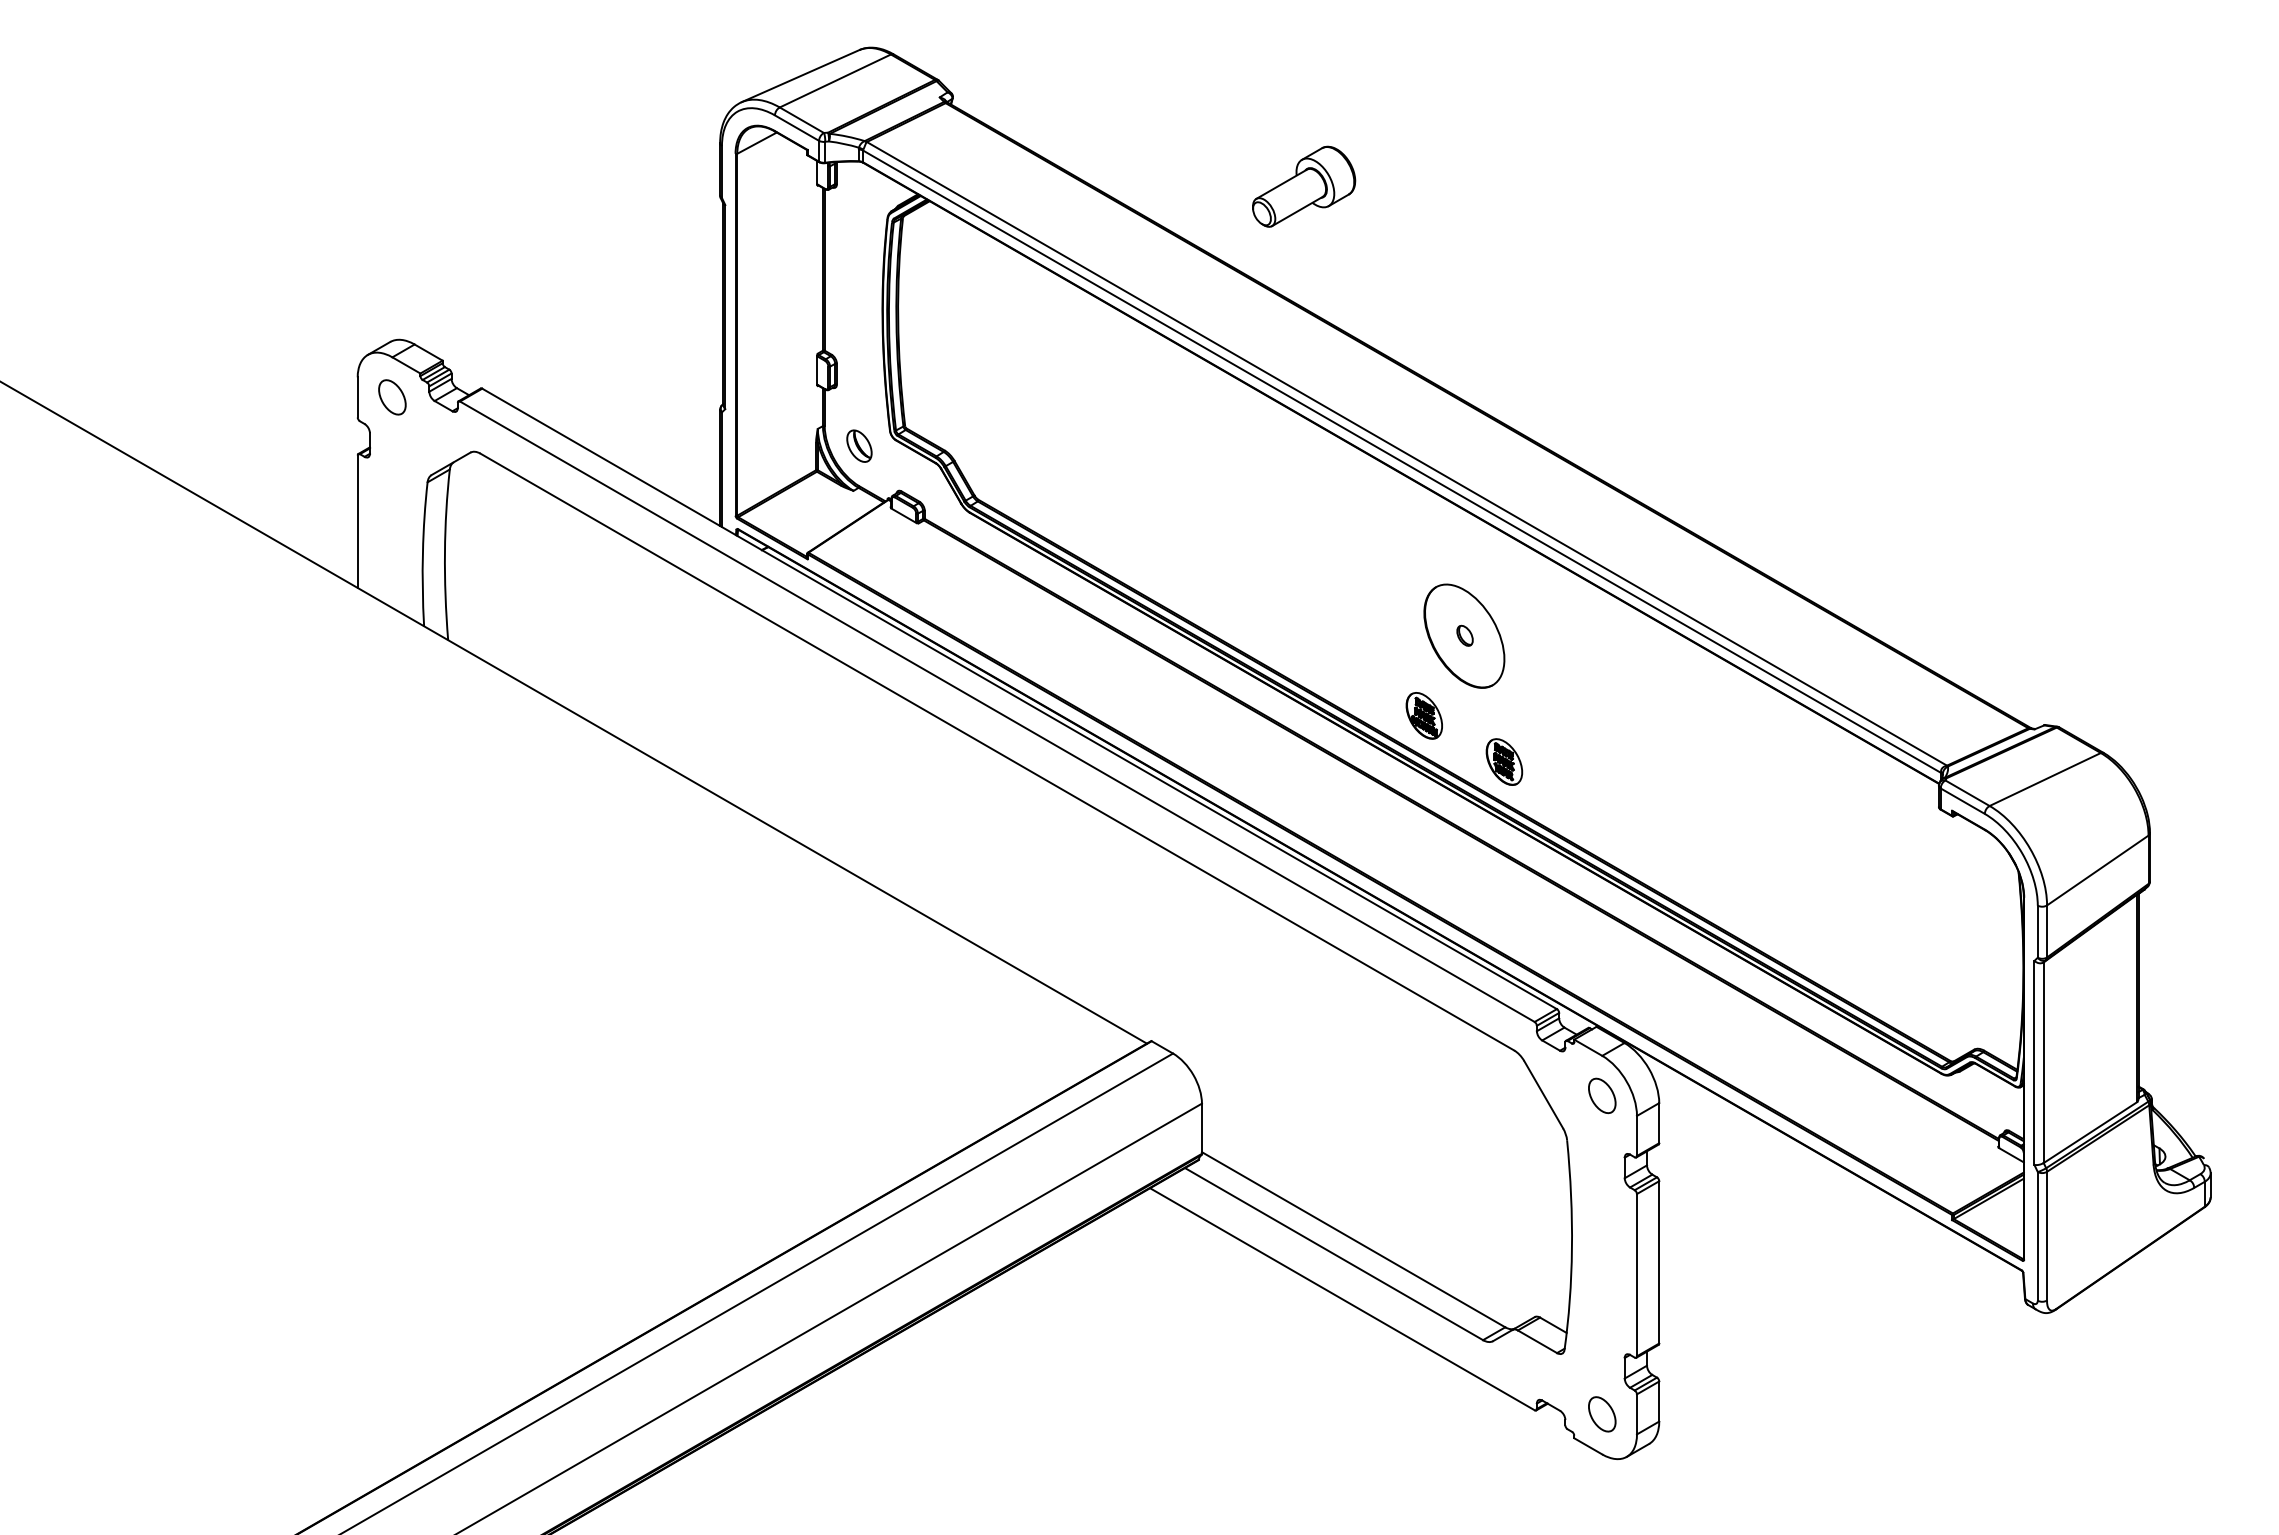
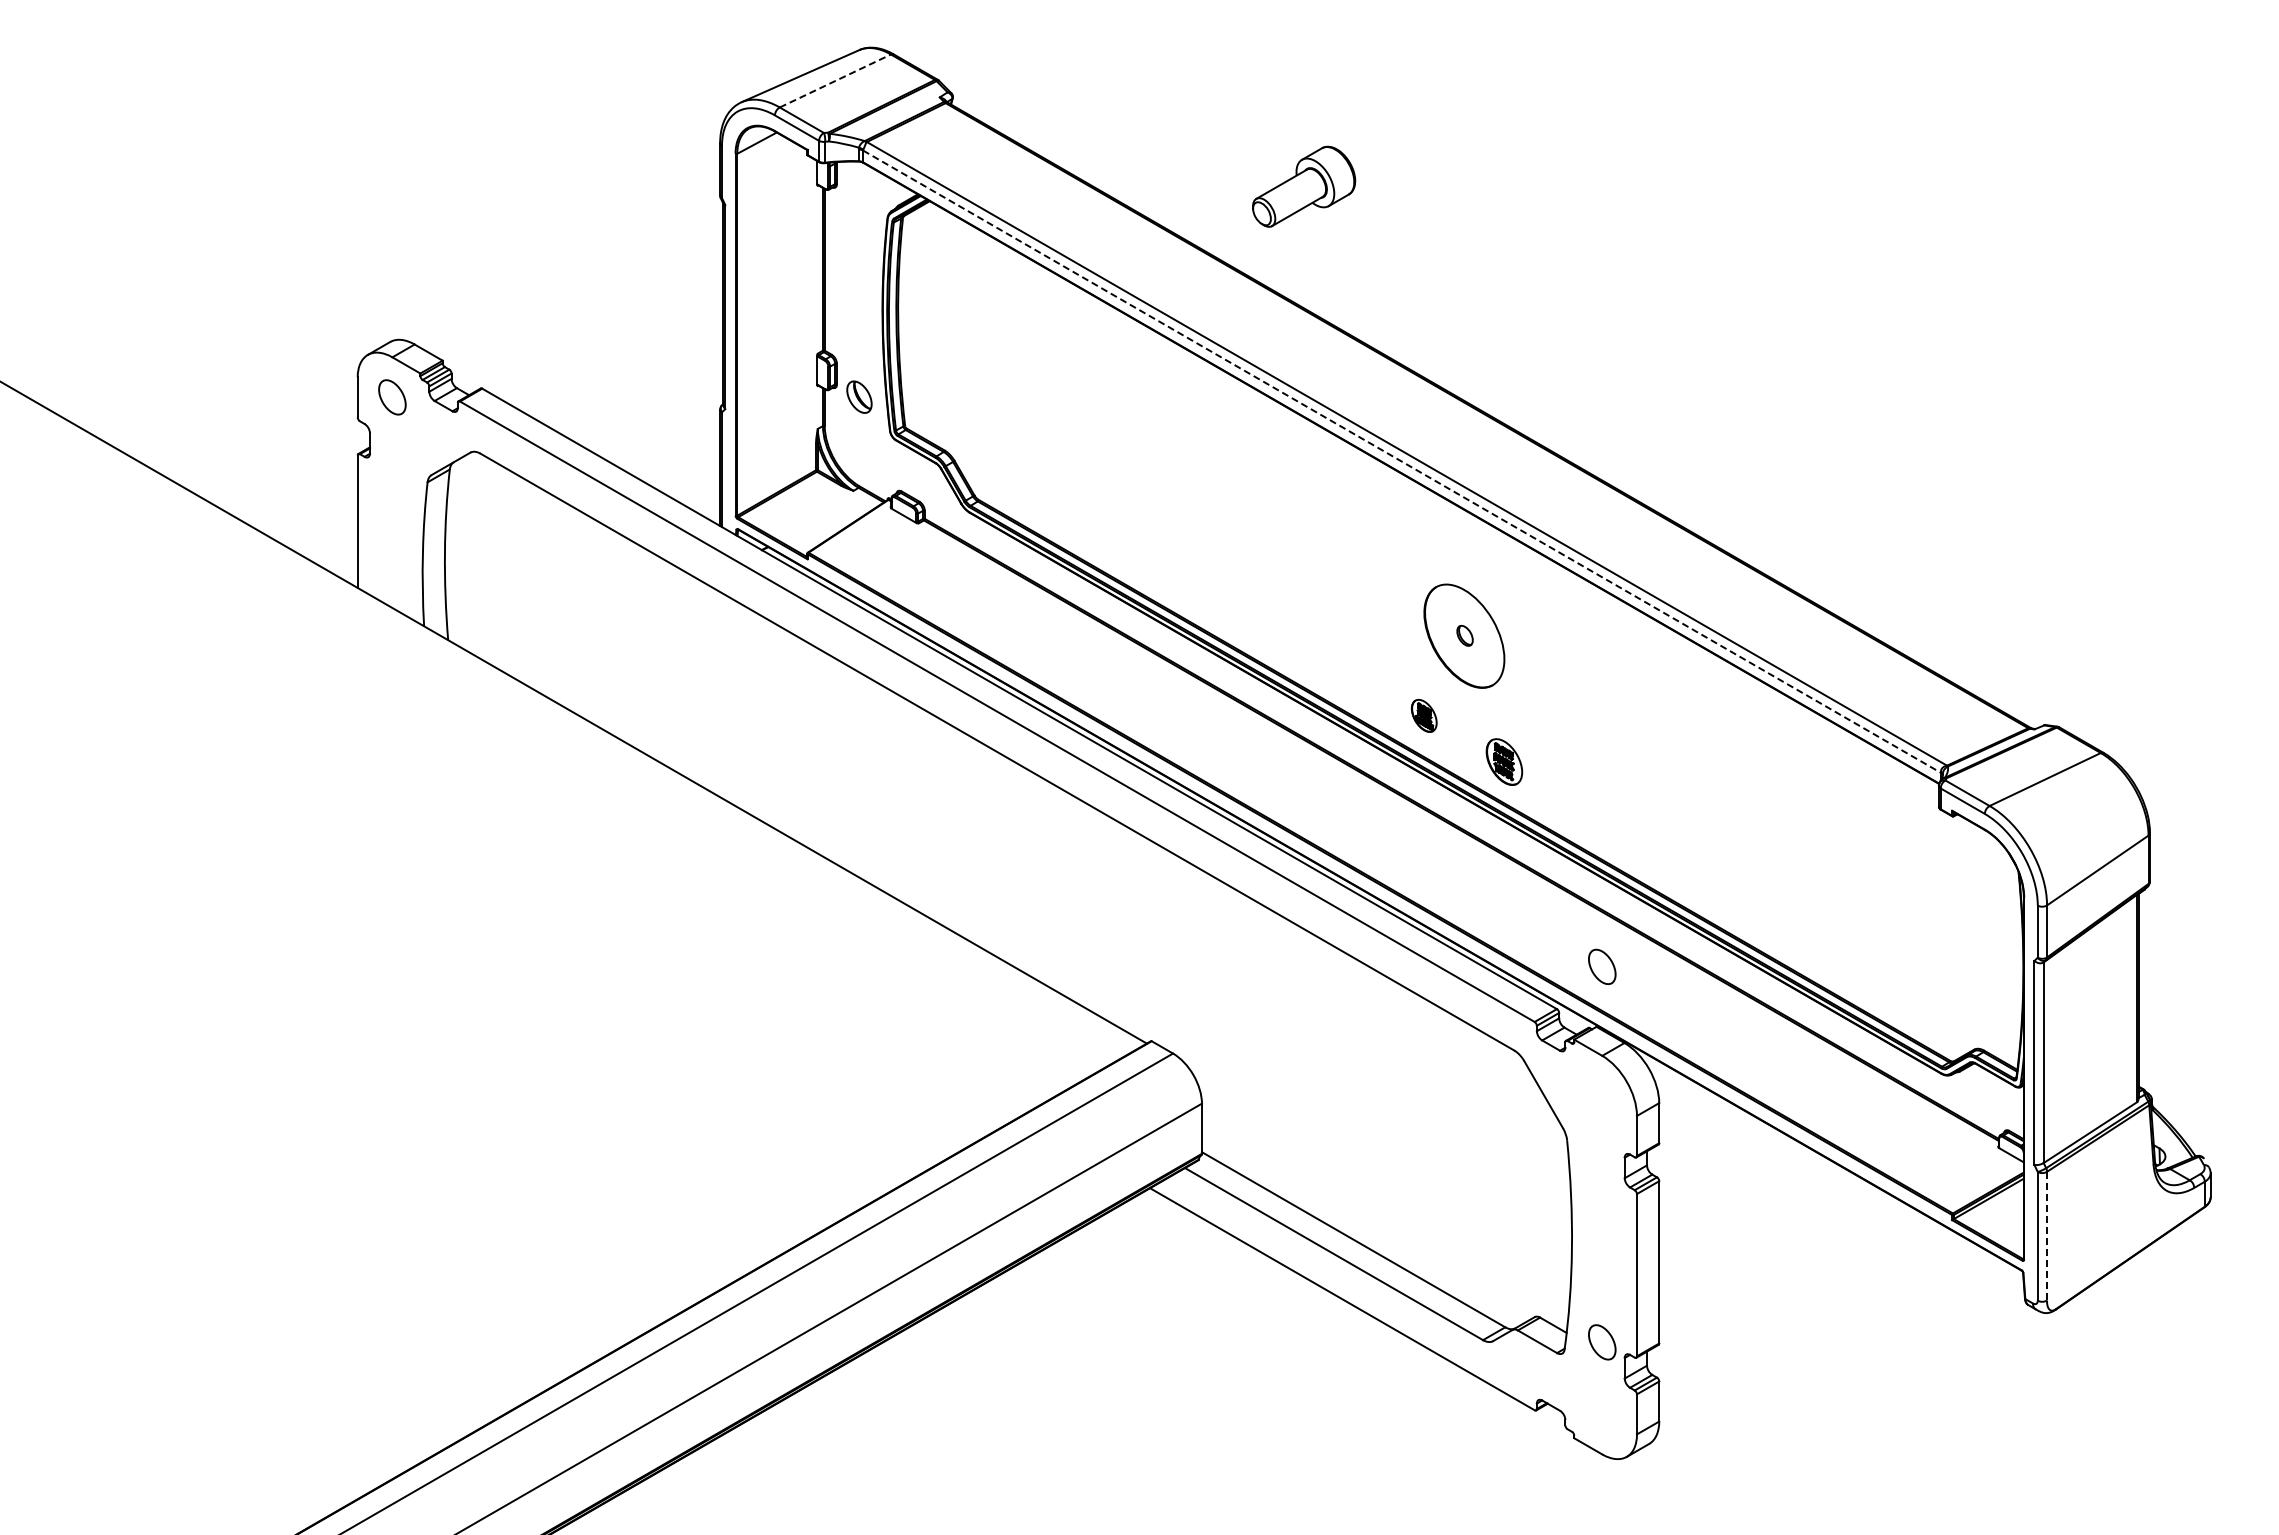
line at (835, 81): solid -> dashed
part at (859, 445) position: (859, 445) -> (859, 396)
line at (1402, 462): solid -> dashed
part at (1423, 715) size: 38x48 px -> 27x35 px
part at (1602, 1095) position: (1602, 1095) -> (1602, 966)
line at (2047, 1235): solid -> dashed
part at (1602, 1414) position: (1602, 1414) -> (1602, 1342)
